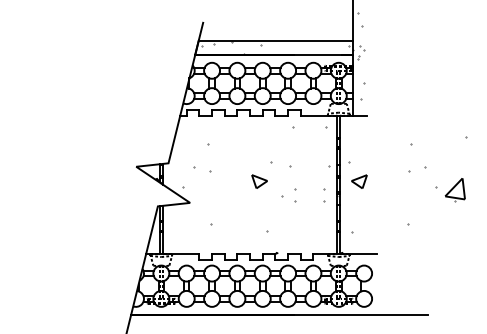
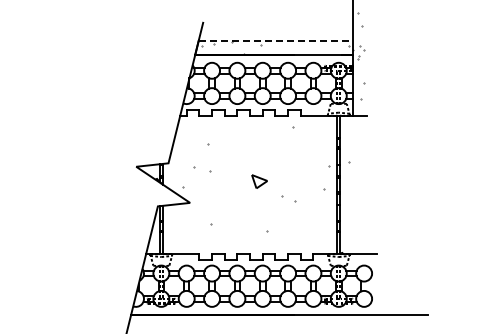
line at (275, 40): solid -> dashed
hatch at (368, 190): present -> none
